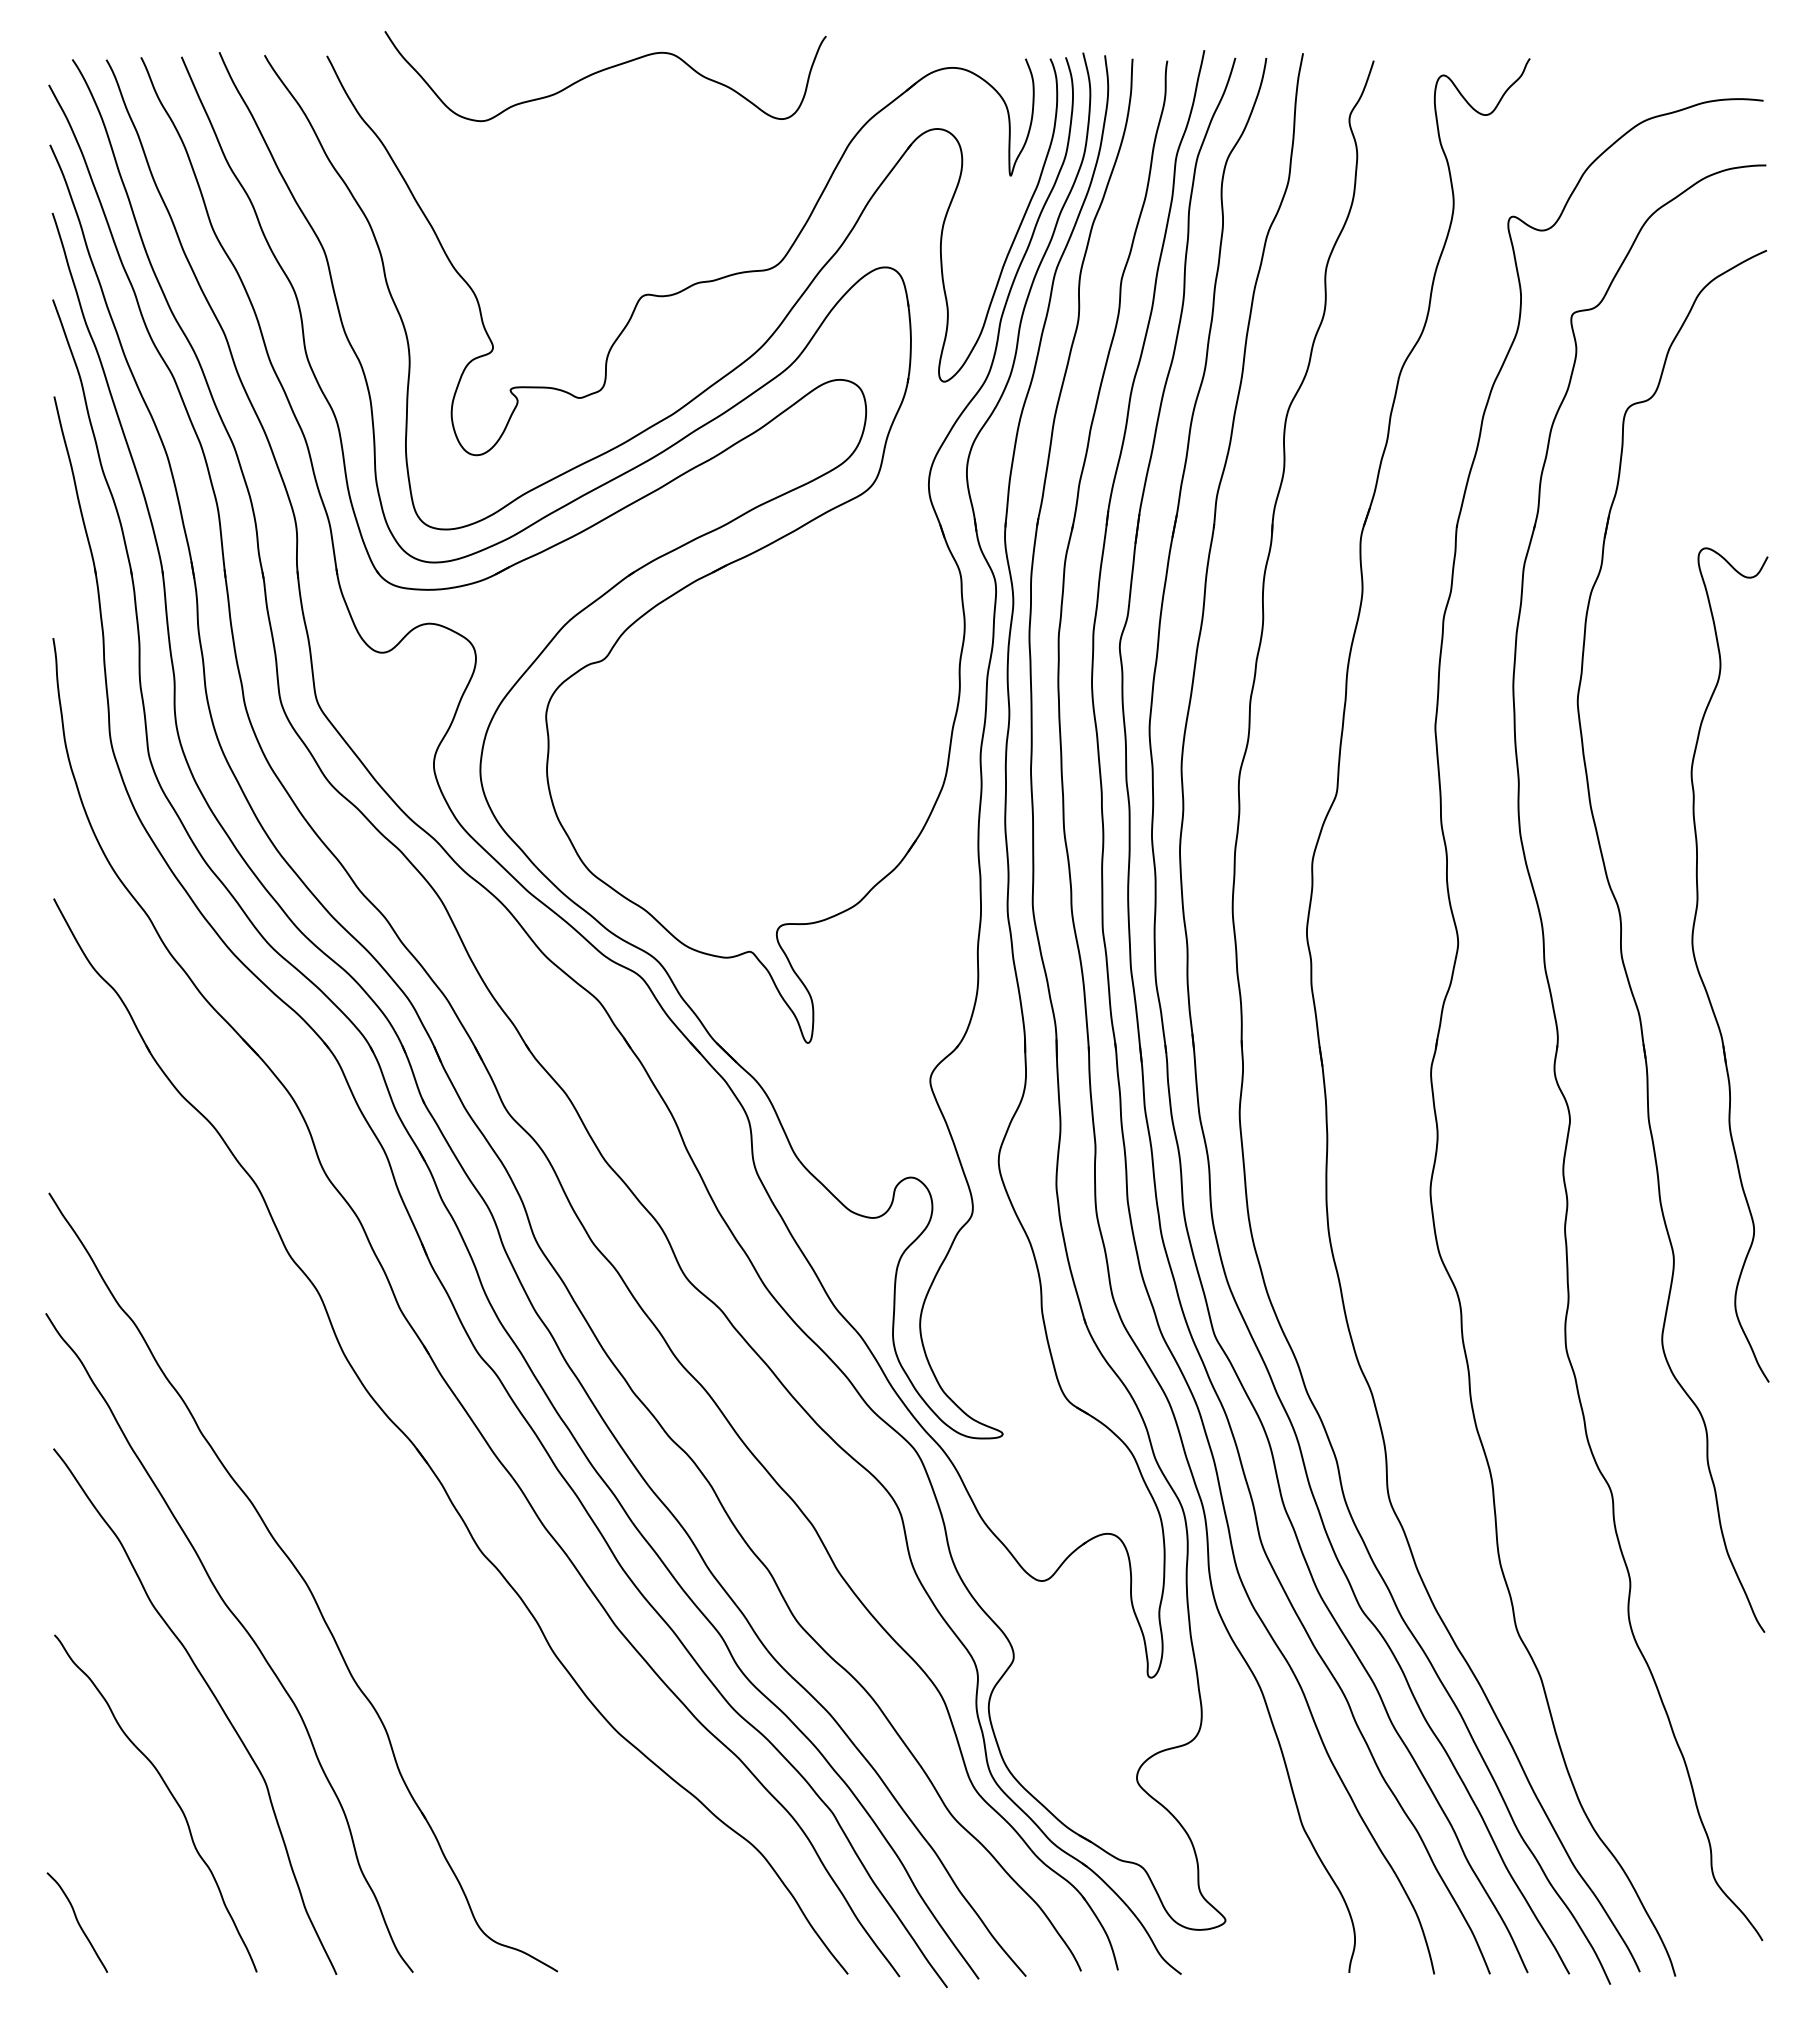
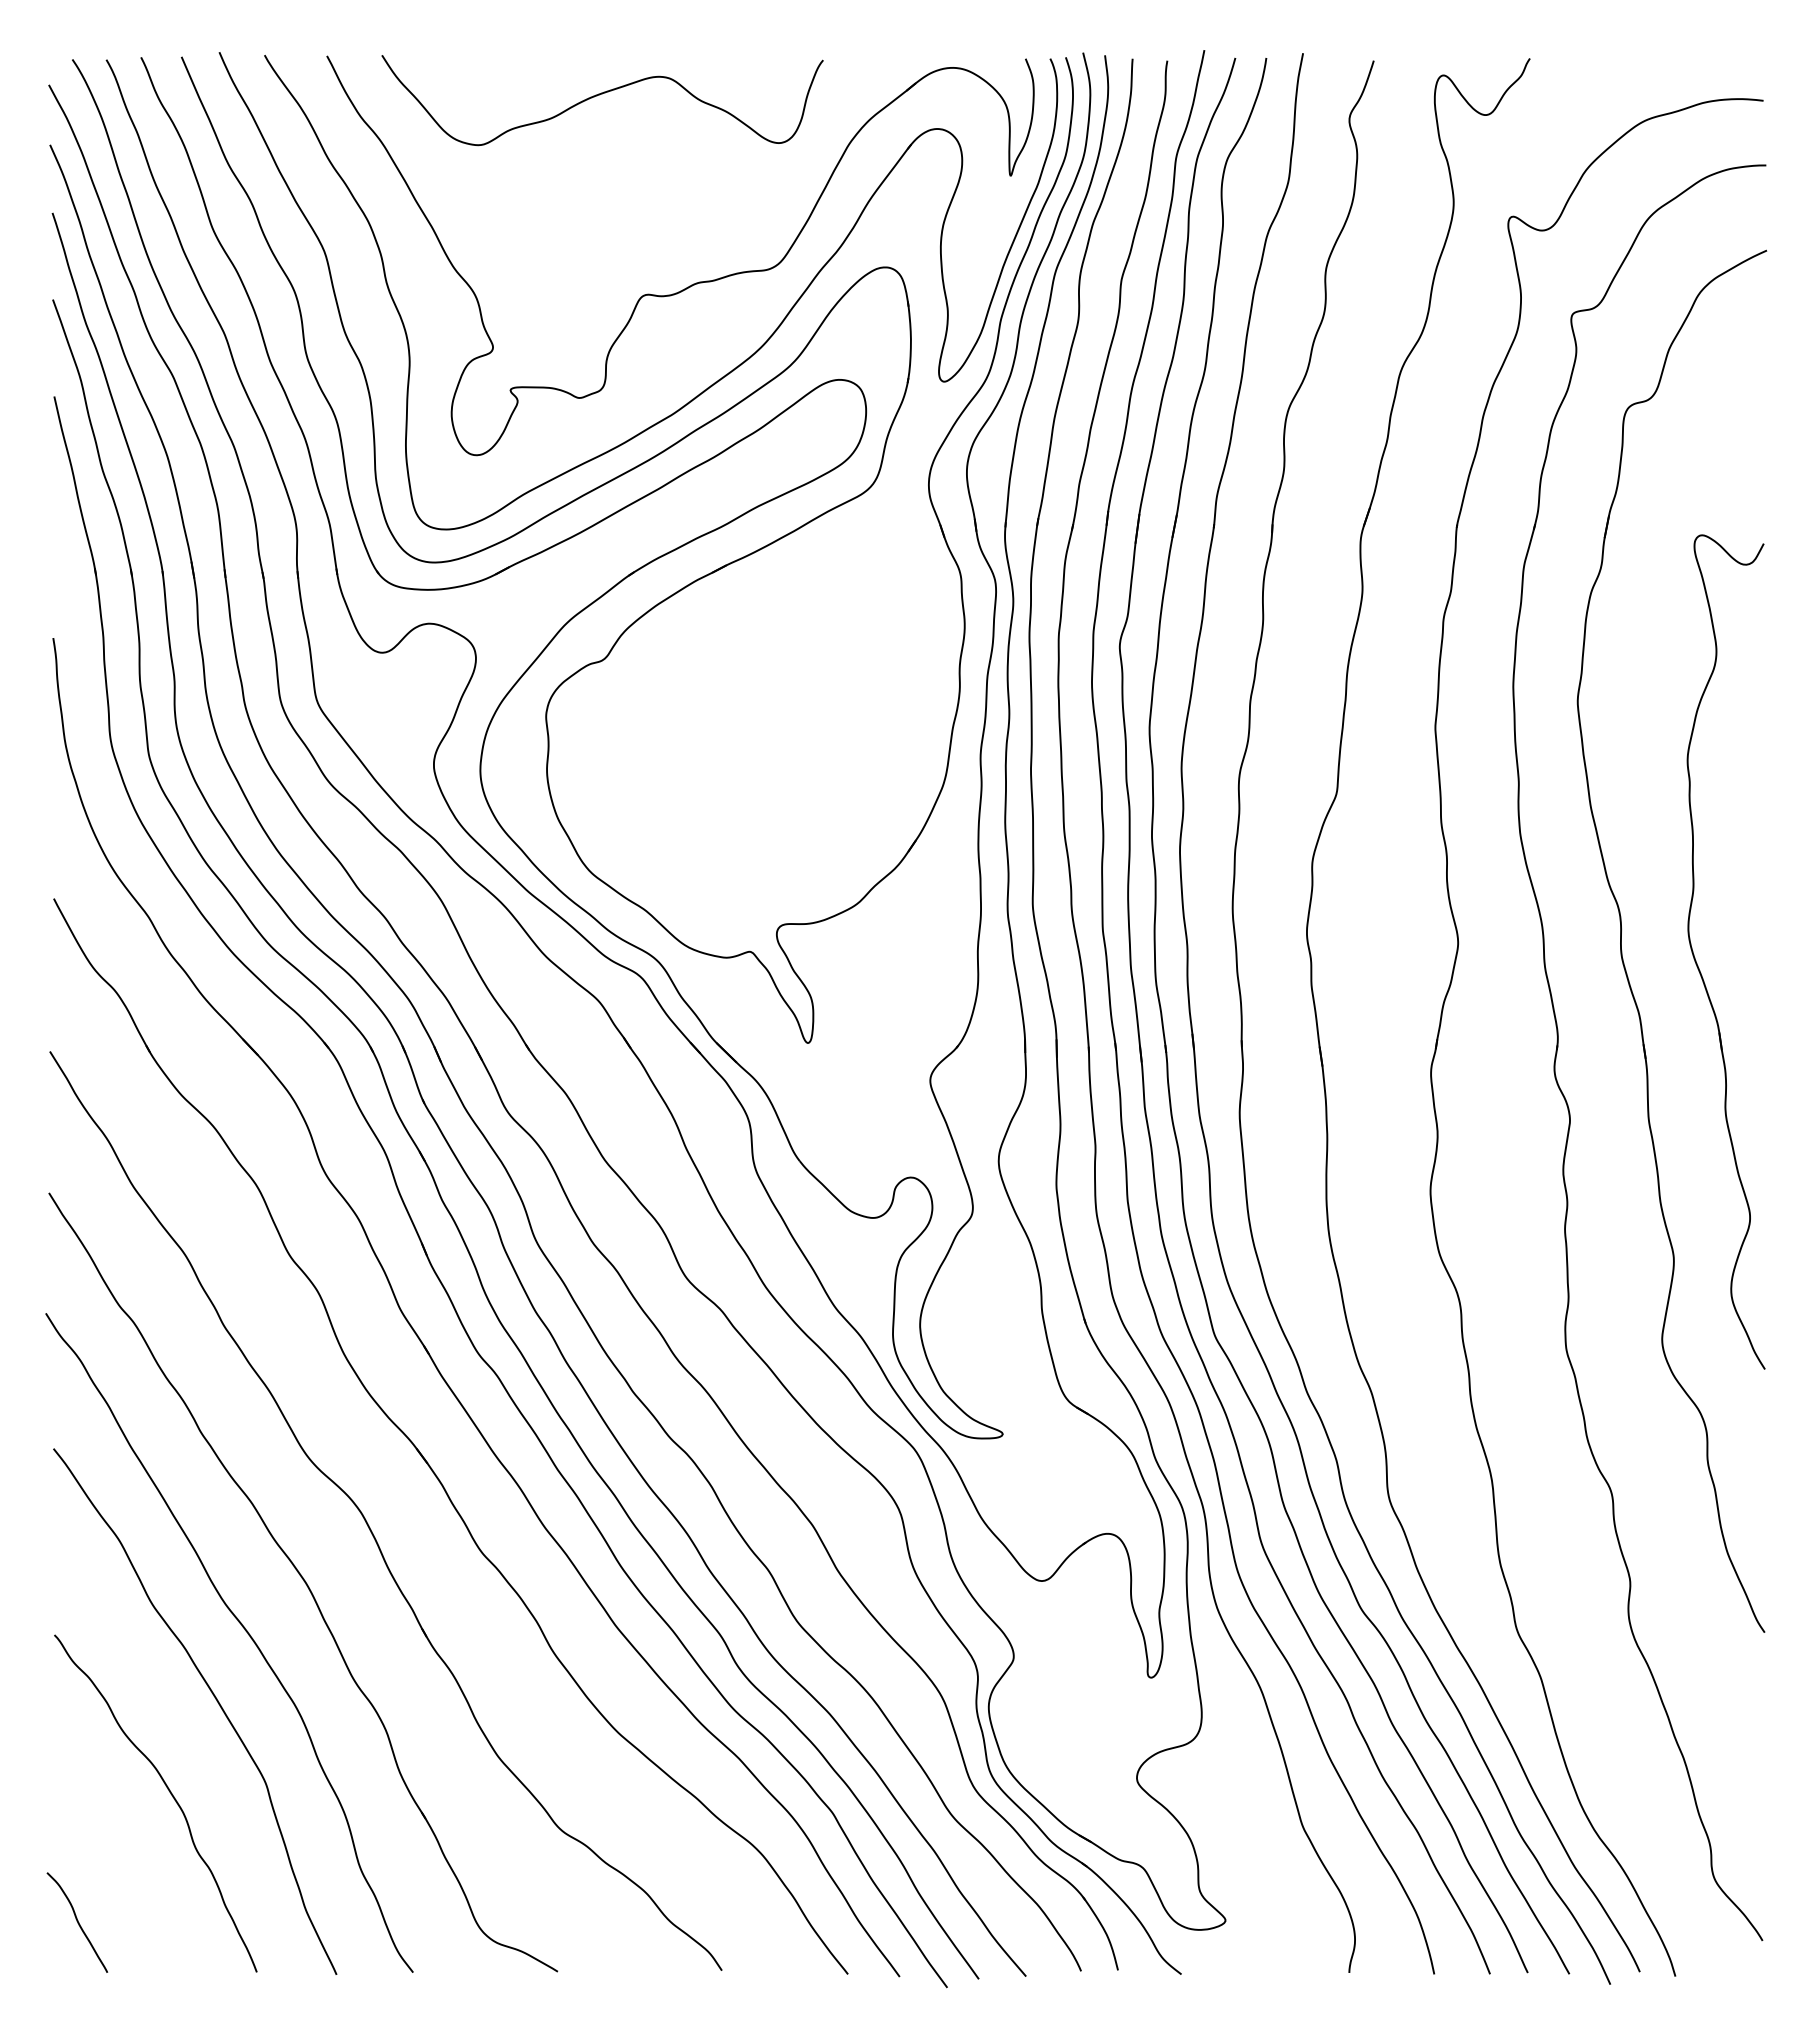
curve at (602, 71) position: (602, 71) -> (599, 95)
part at (1700, 973) position: (1700, 973) -> (1696, 960)
part at (366, 1519): none -> present
